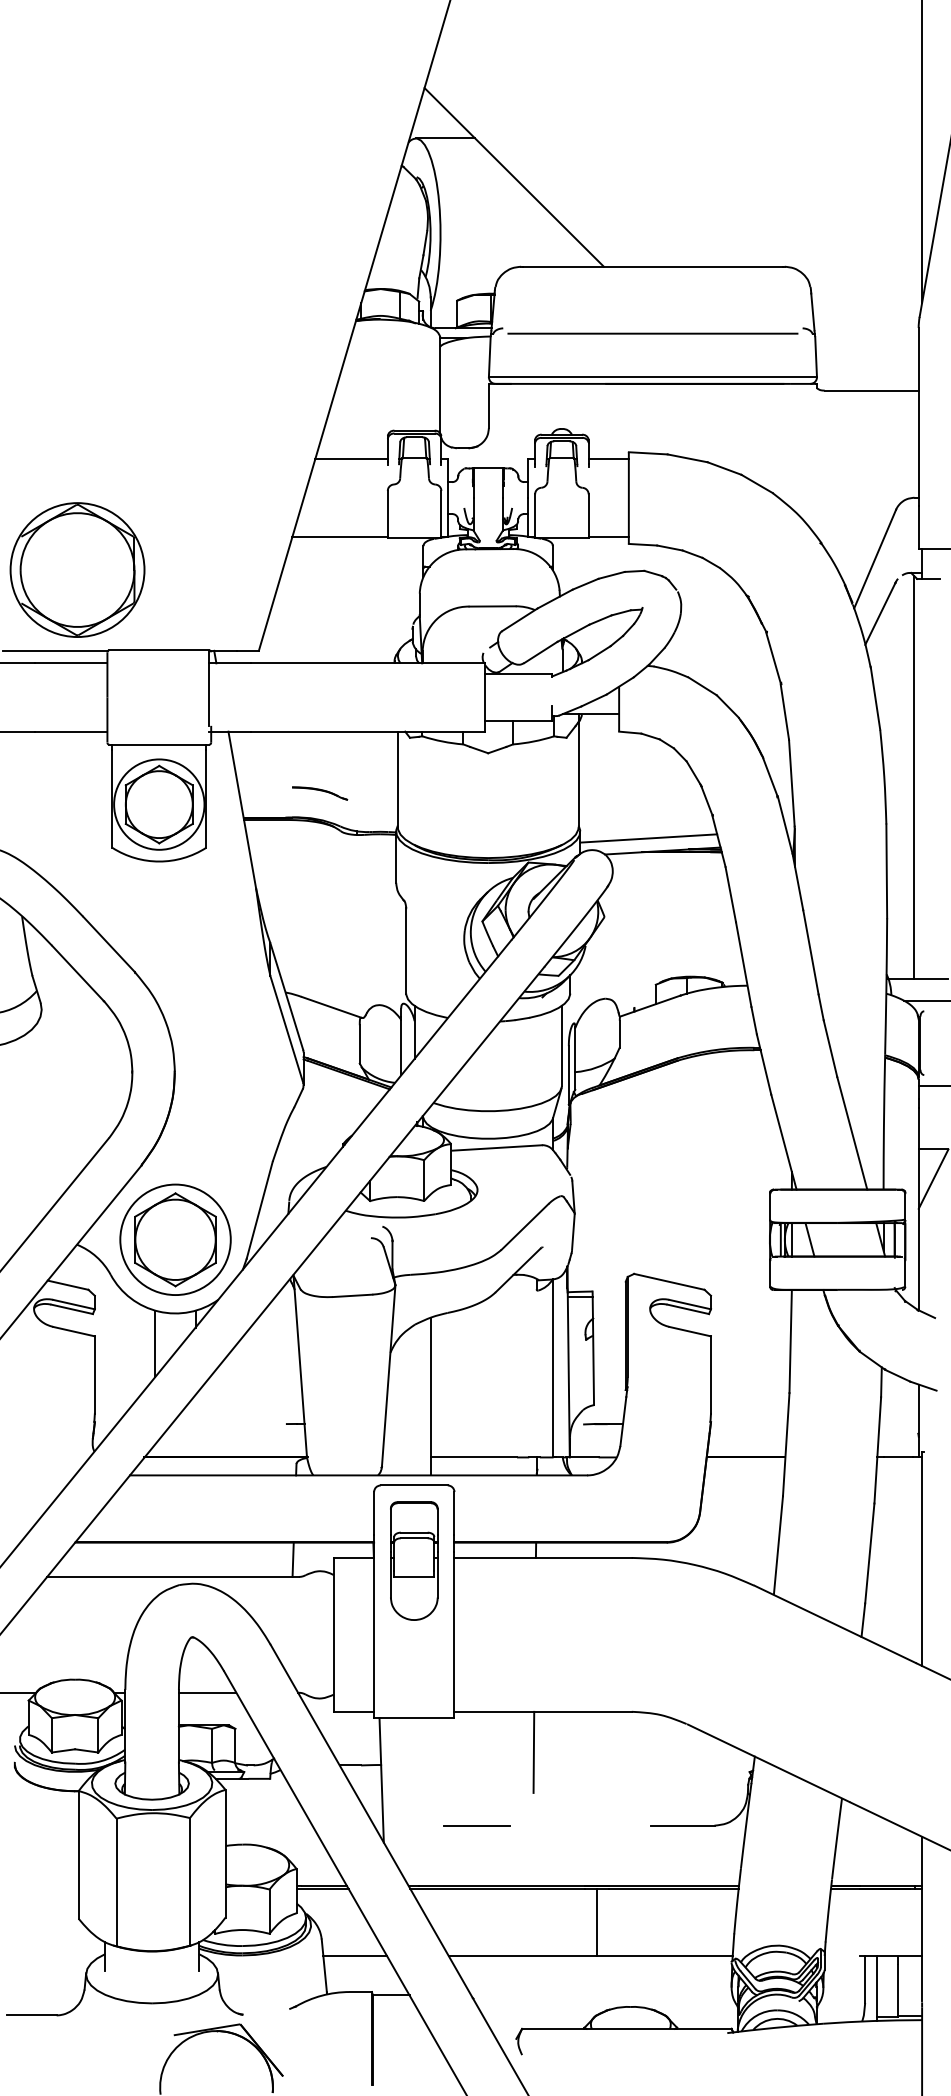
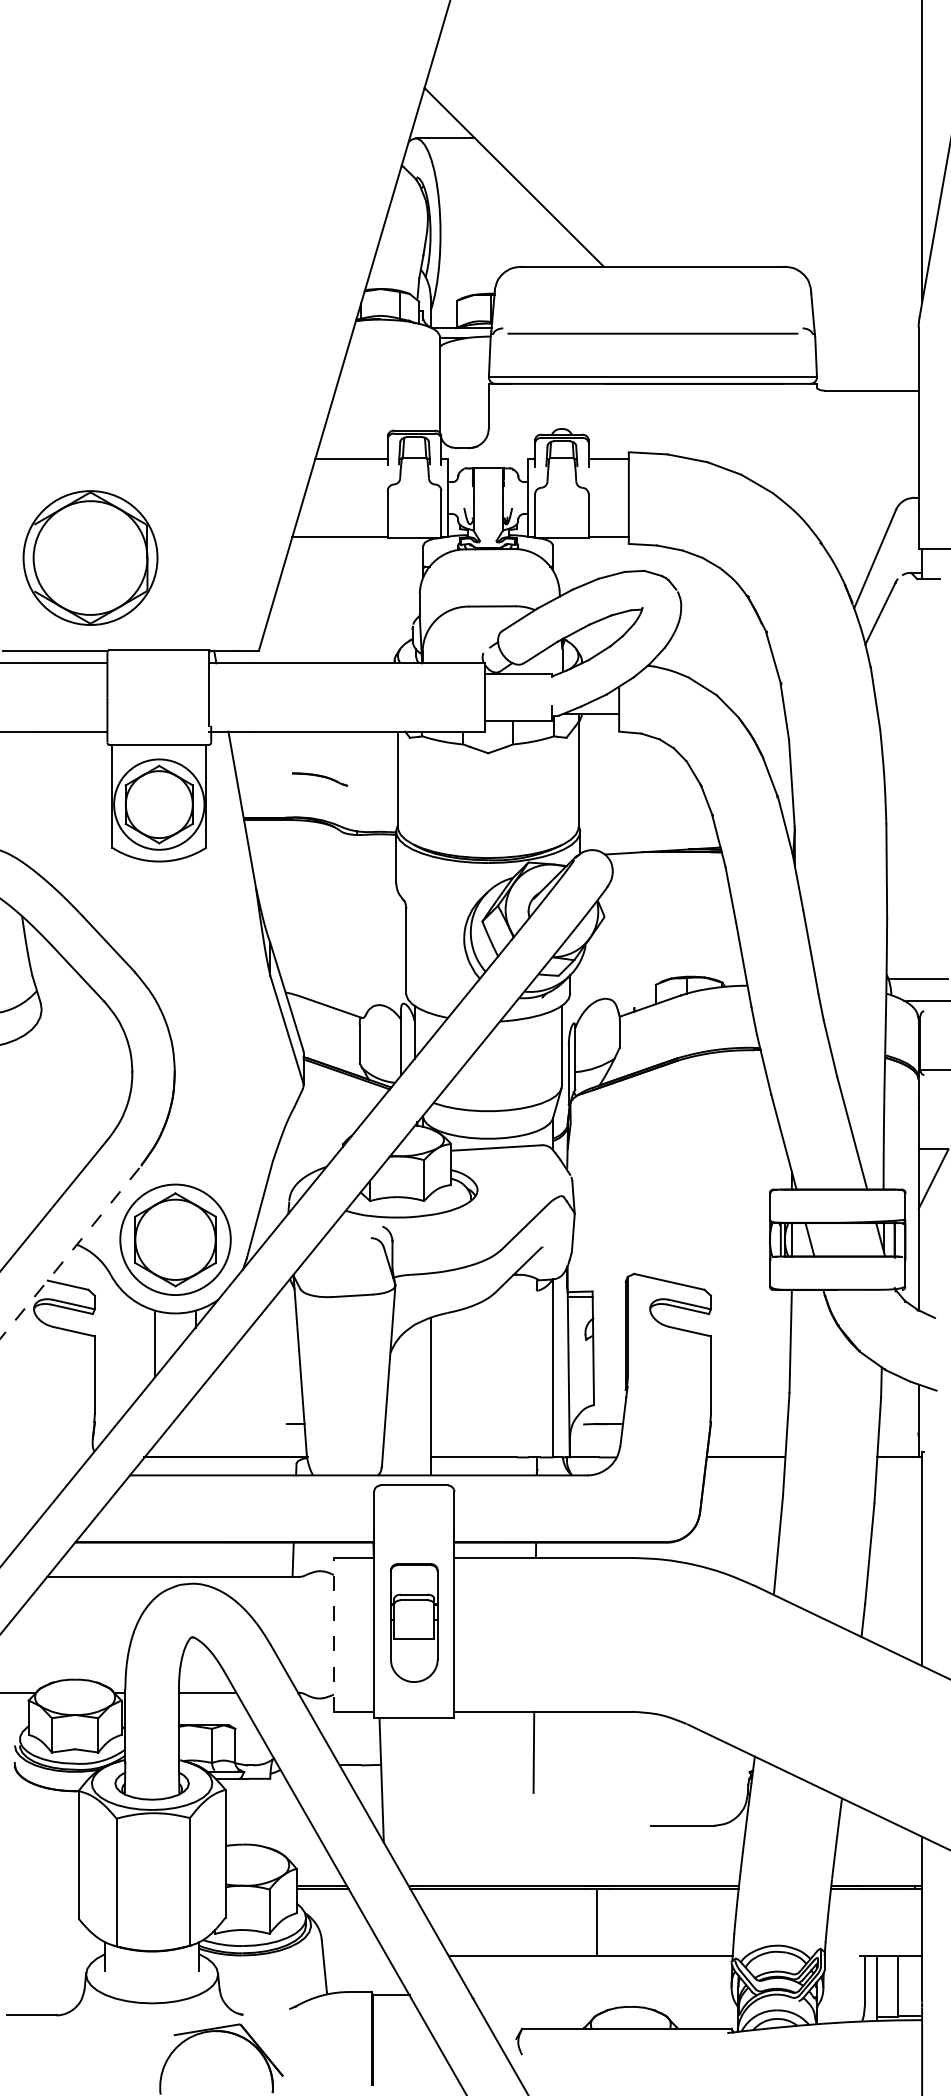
part at (77, 569) position: (77, 569) -> (90, 557)
line at (914, 777): present -> none
part at (320, 793) position: (320, 793) -> (320, 779)
line at (648, 838): present -> none
line at (933, 1085) position: (933, 1085) -> (933, 1069)
line at (70, 1252): solid -> dashed
part at (414, 1560) position: (414, 1560) -> (414, 1622)
line at (333, 1634): solid -> dashed
line at (476, 1825): present -> none
line at (355, 1956): present -> none
